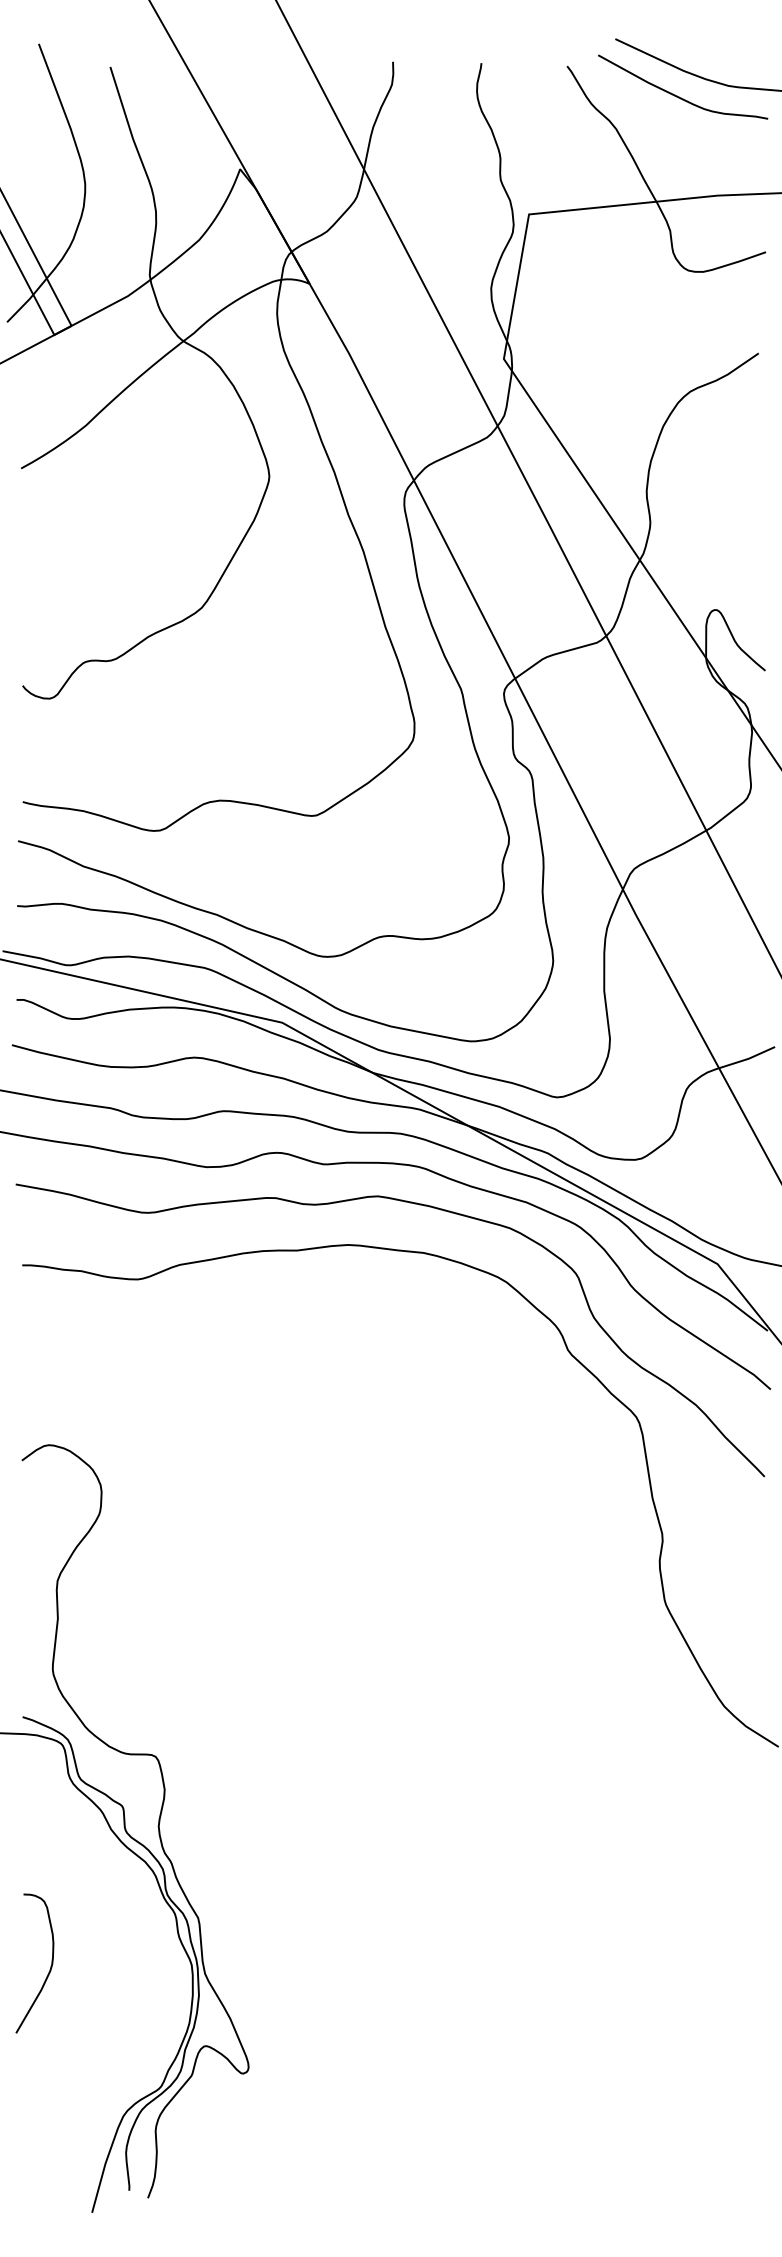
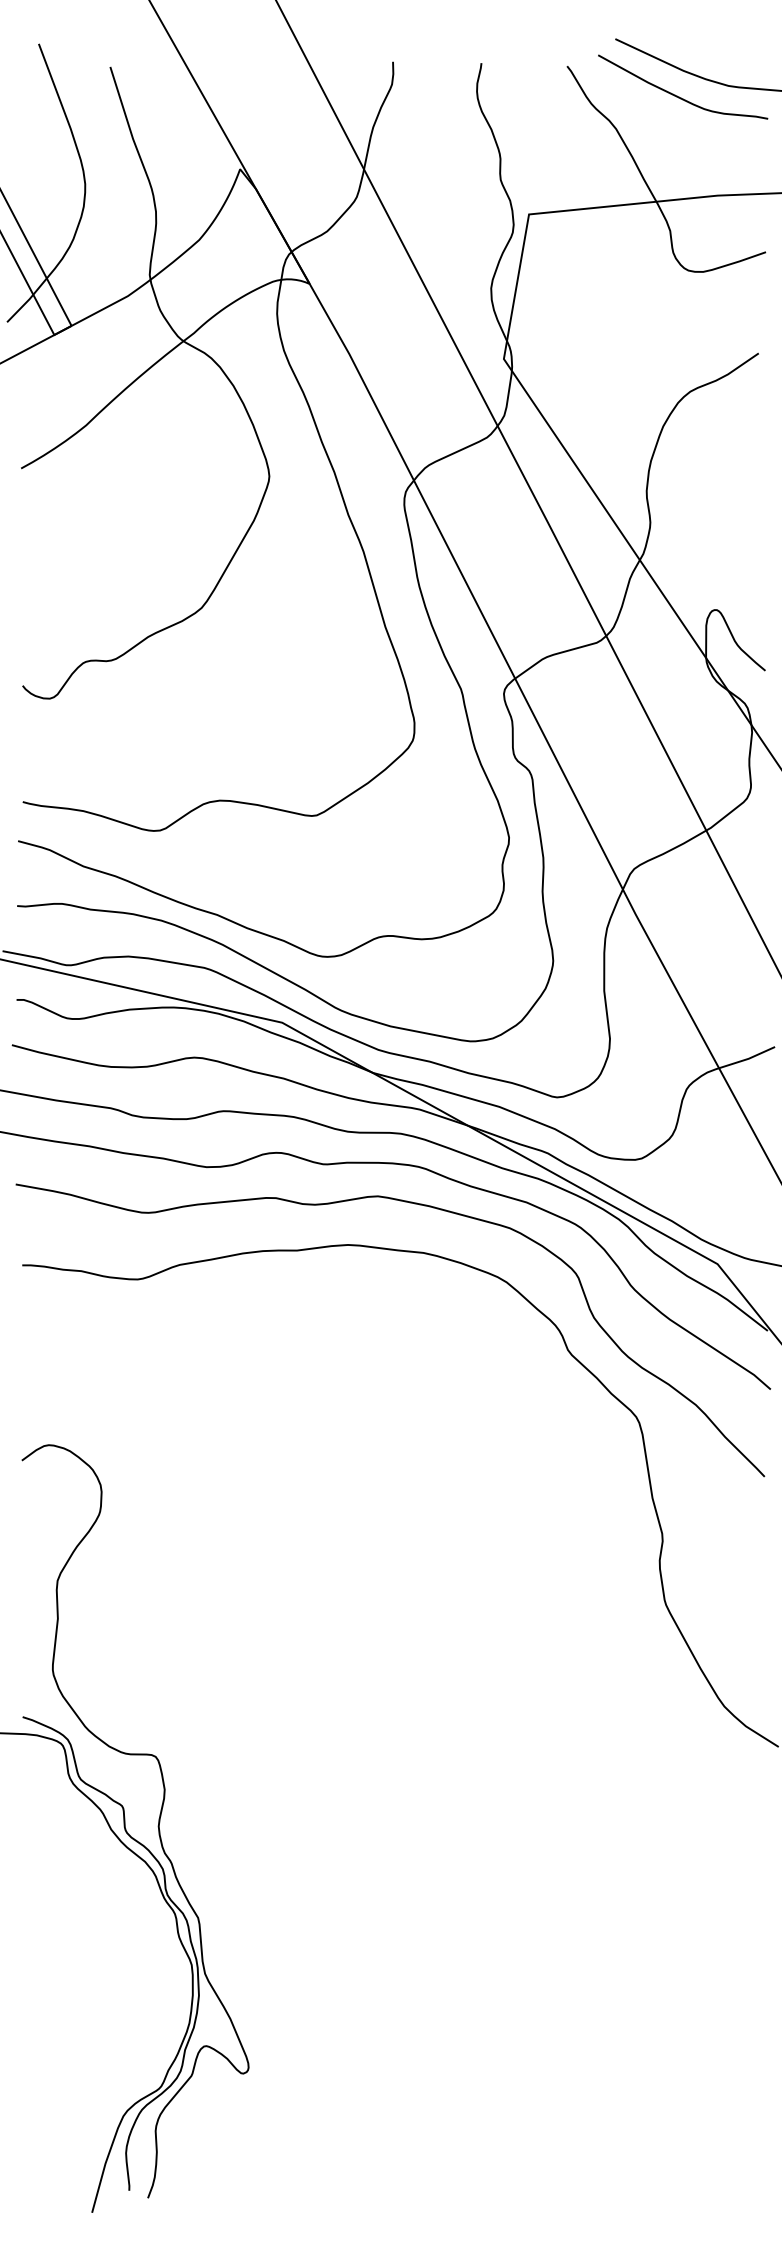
curve at (49, 1969): present -> none
